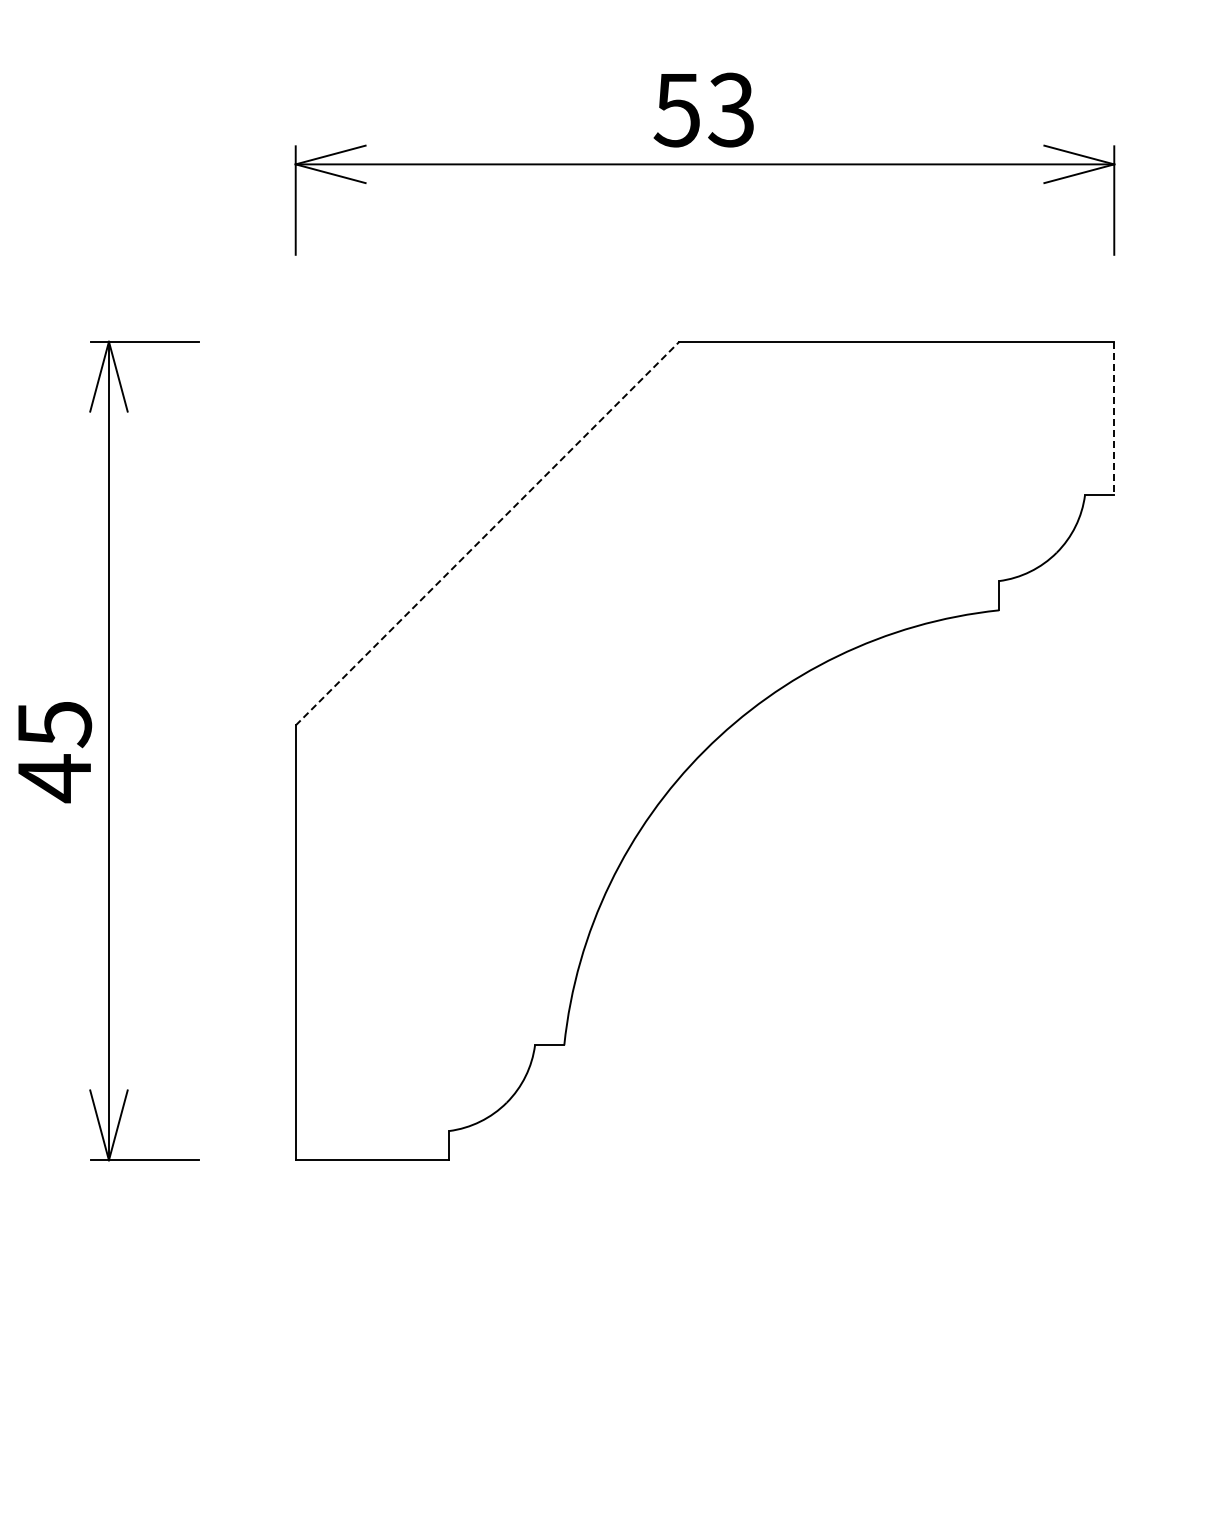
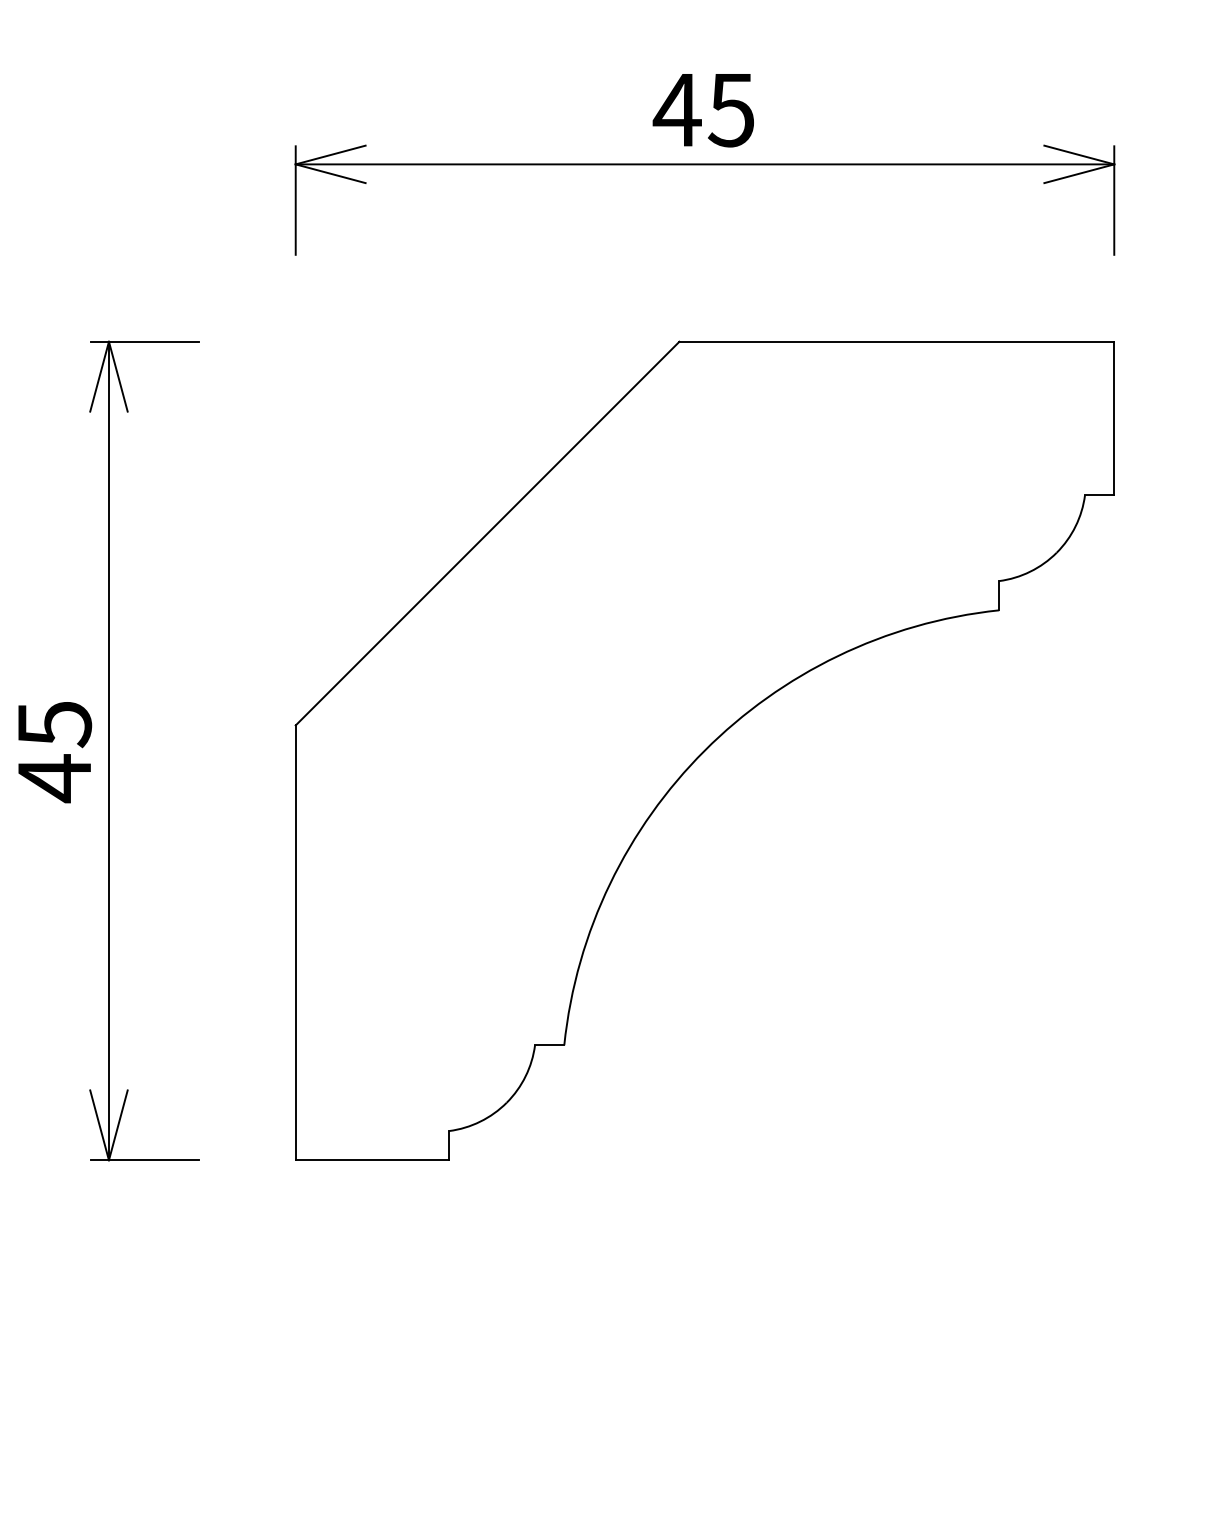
text at (702, 109): 53 -> 45
line at (1114, 418): dashed -> solid
line at (487, 533): dashed -> solid
